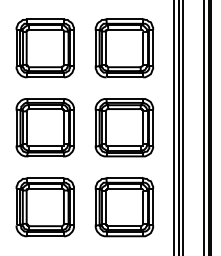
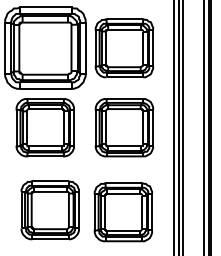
part at (44, 48) size: 60x61 px -> 83x84 px
part at (44, 207) position: (44, 207) -> (49, 210)
part at (124, 207) position: (124, 207) -> (123, 212)
